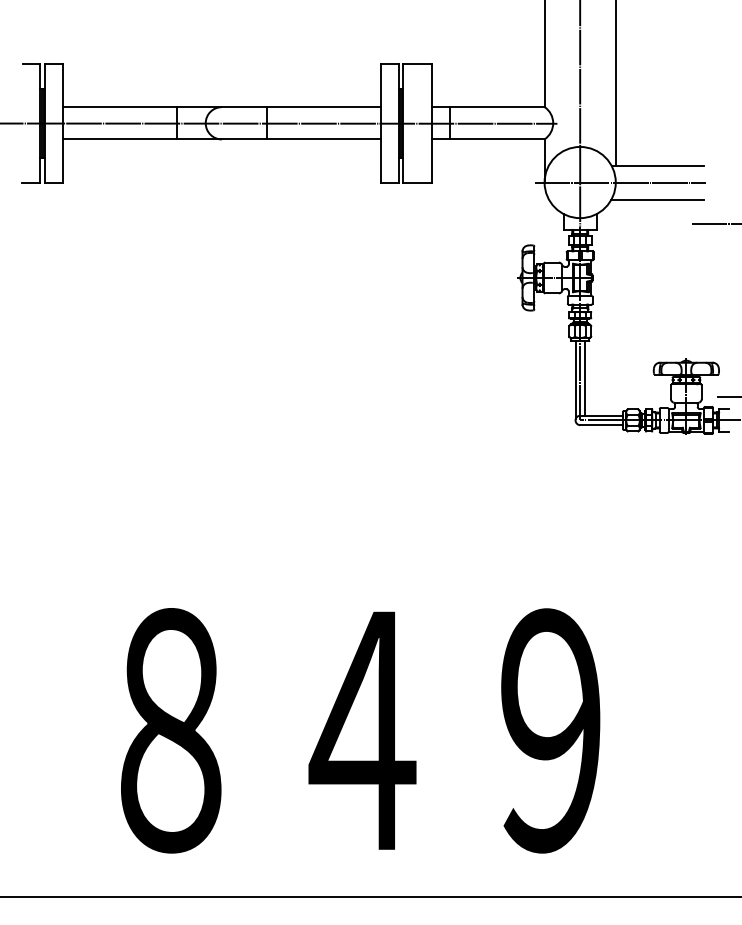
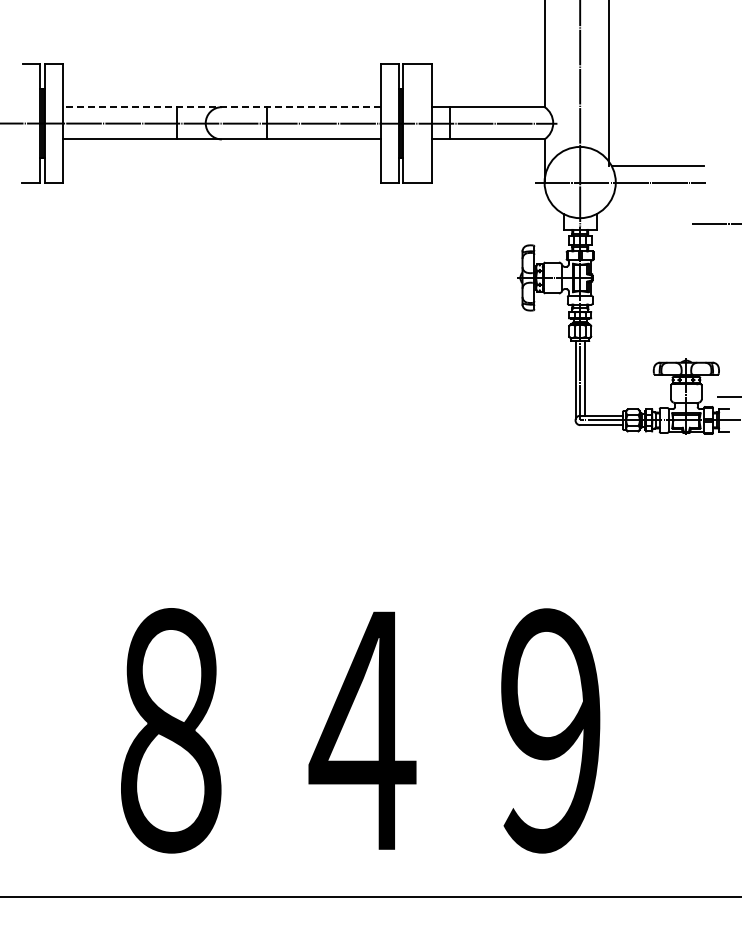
line at (615, 84) position: (615, 84) -> (608, 84)
line at (221, 107): solid -> dashed
line at (657, 199): present -> none
